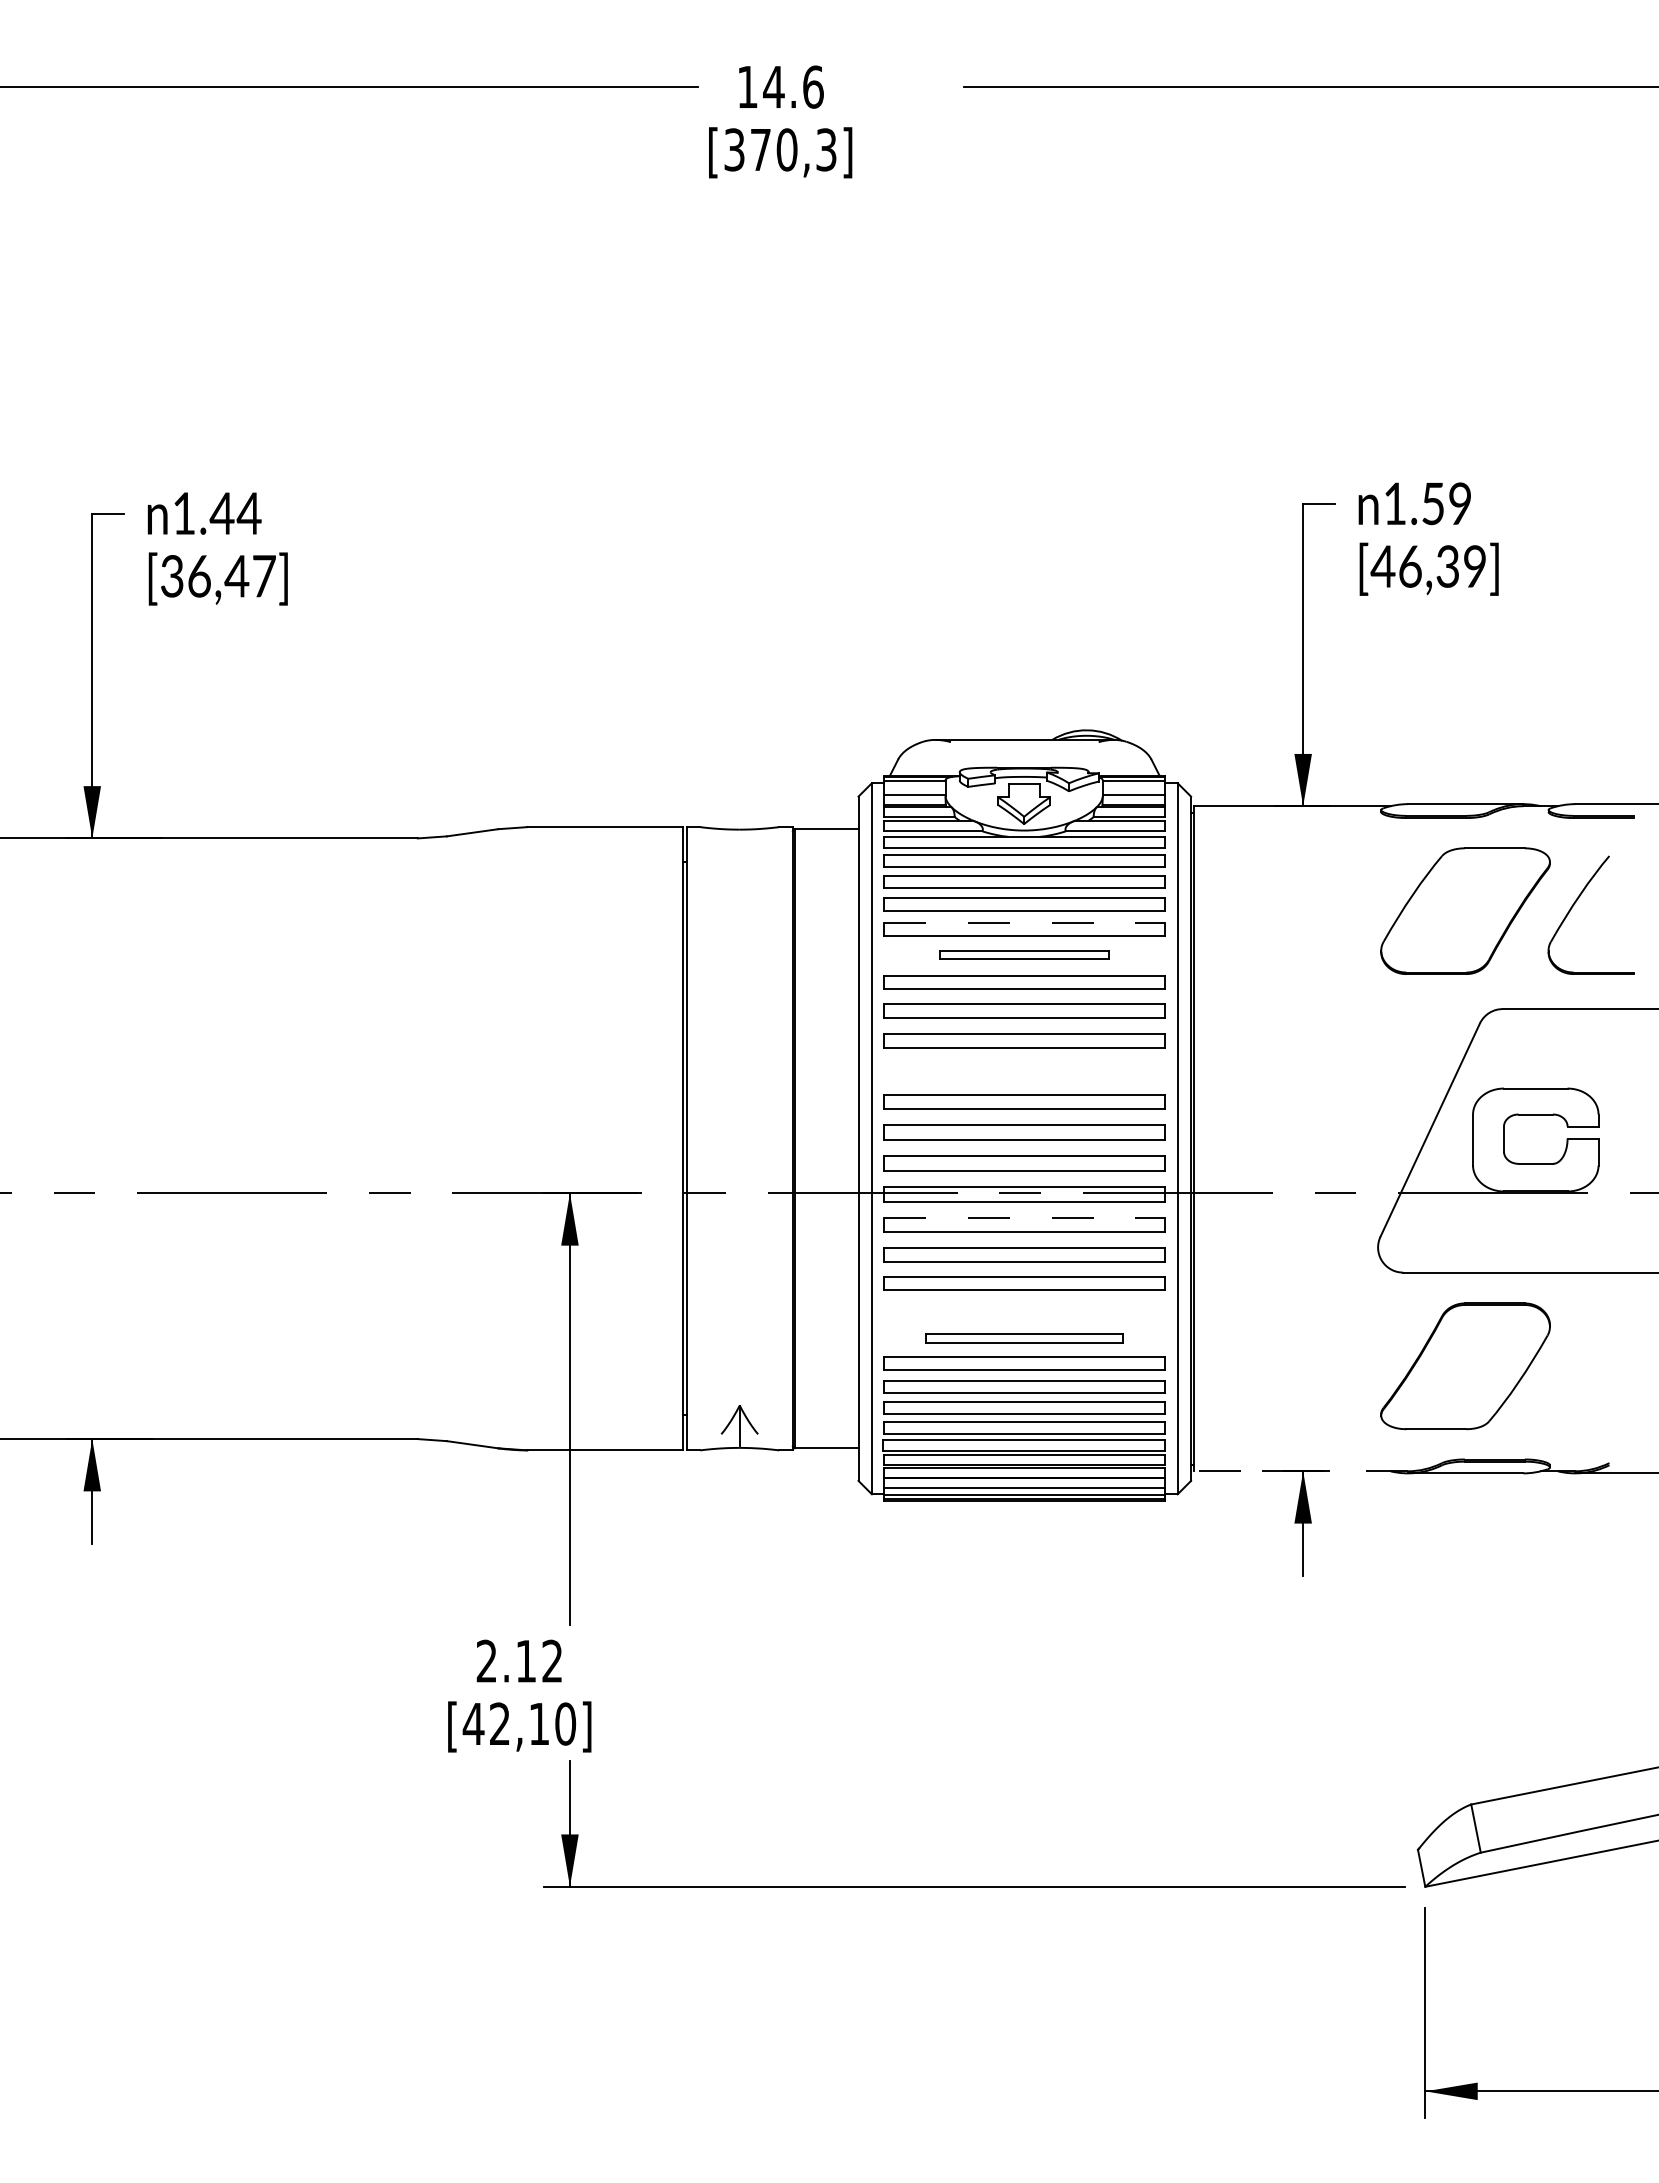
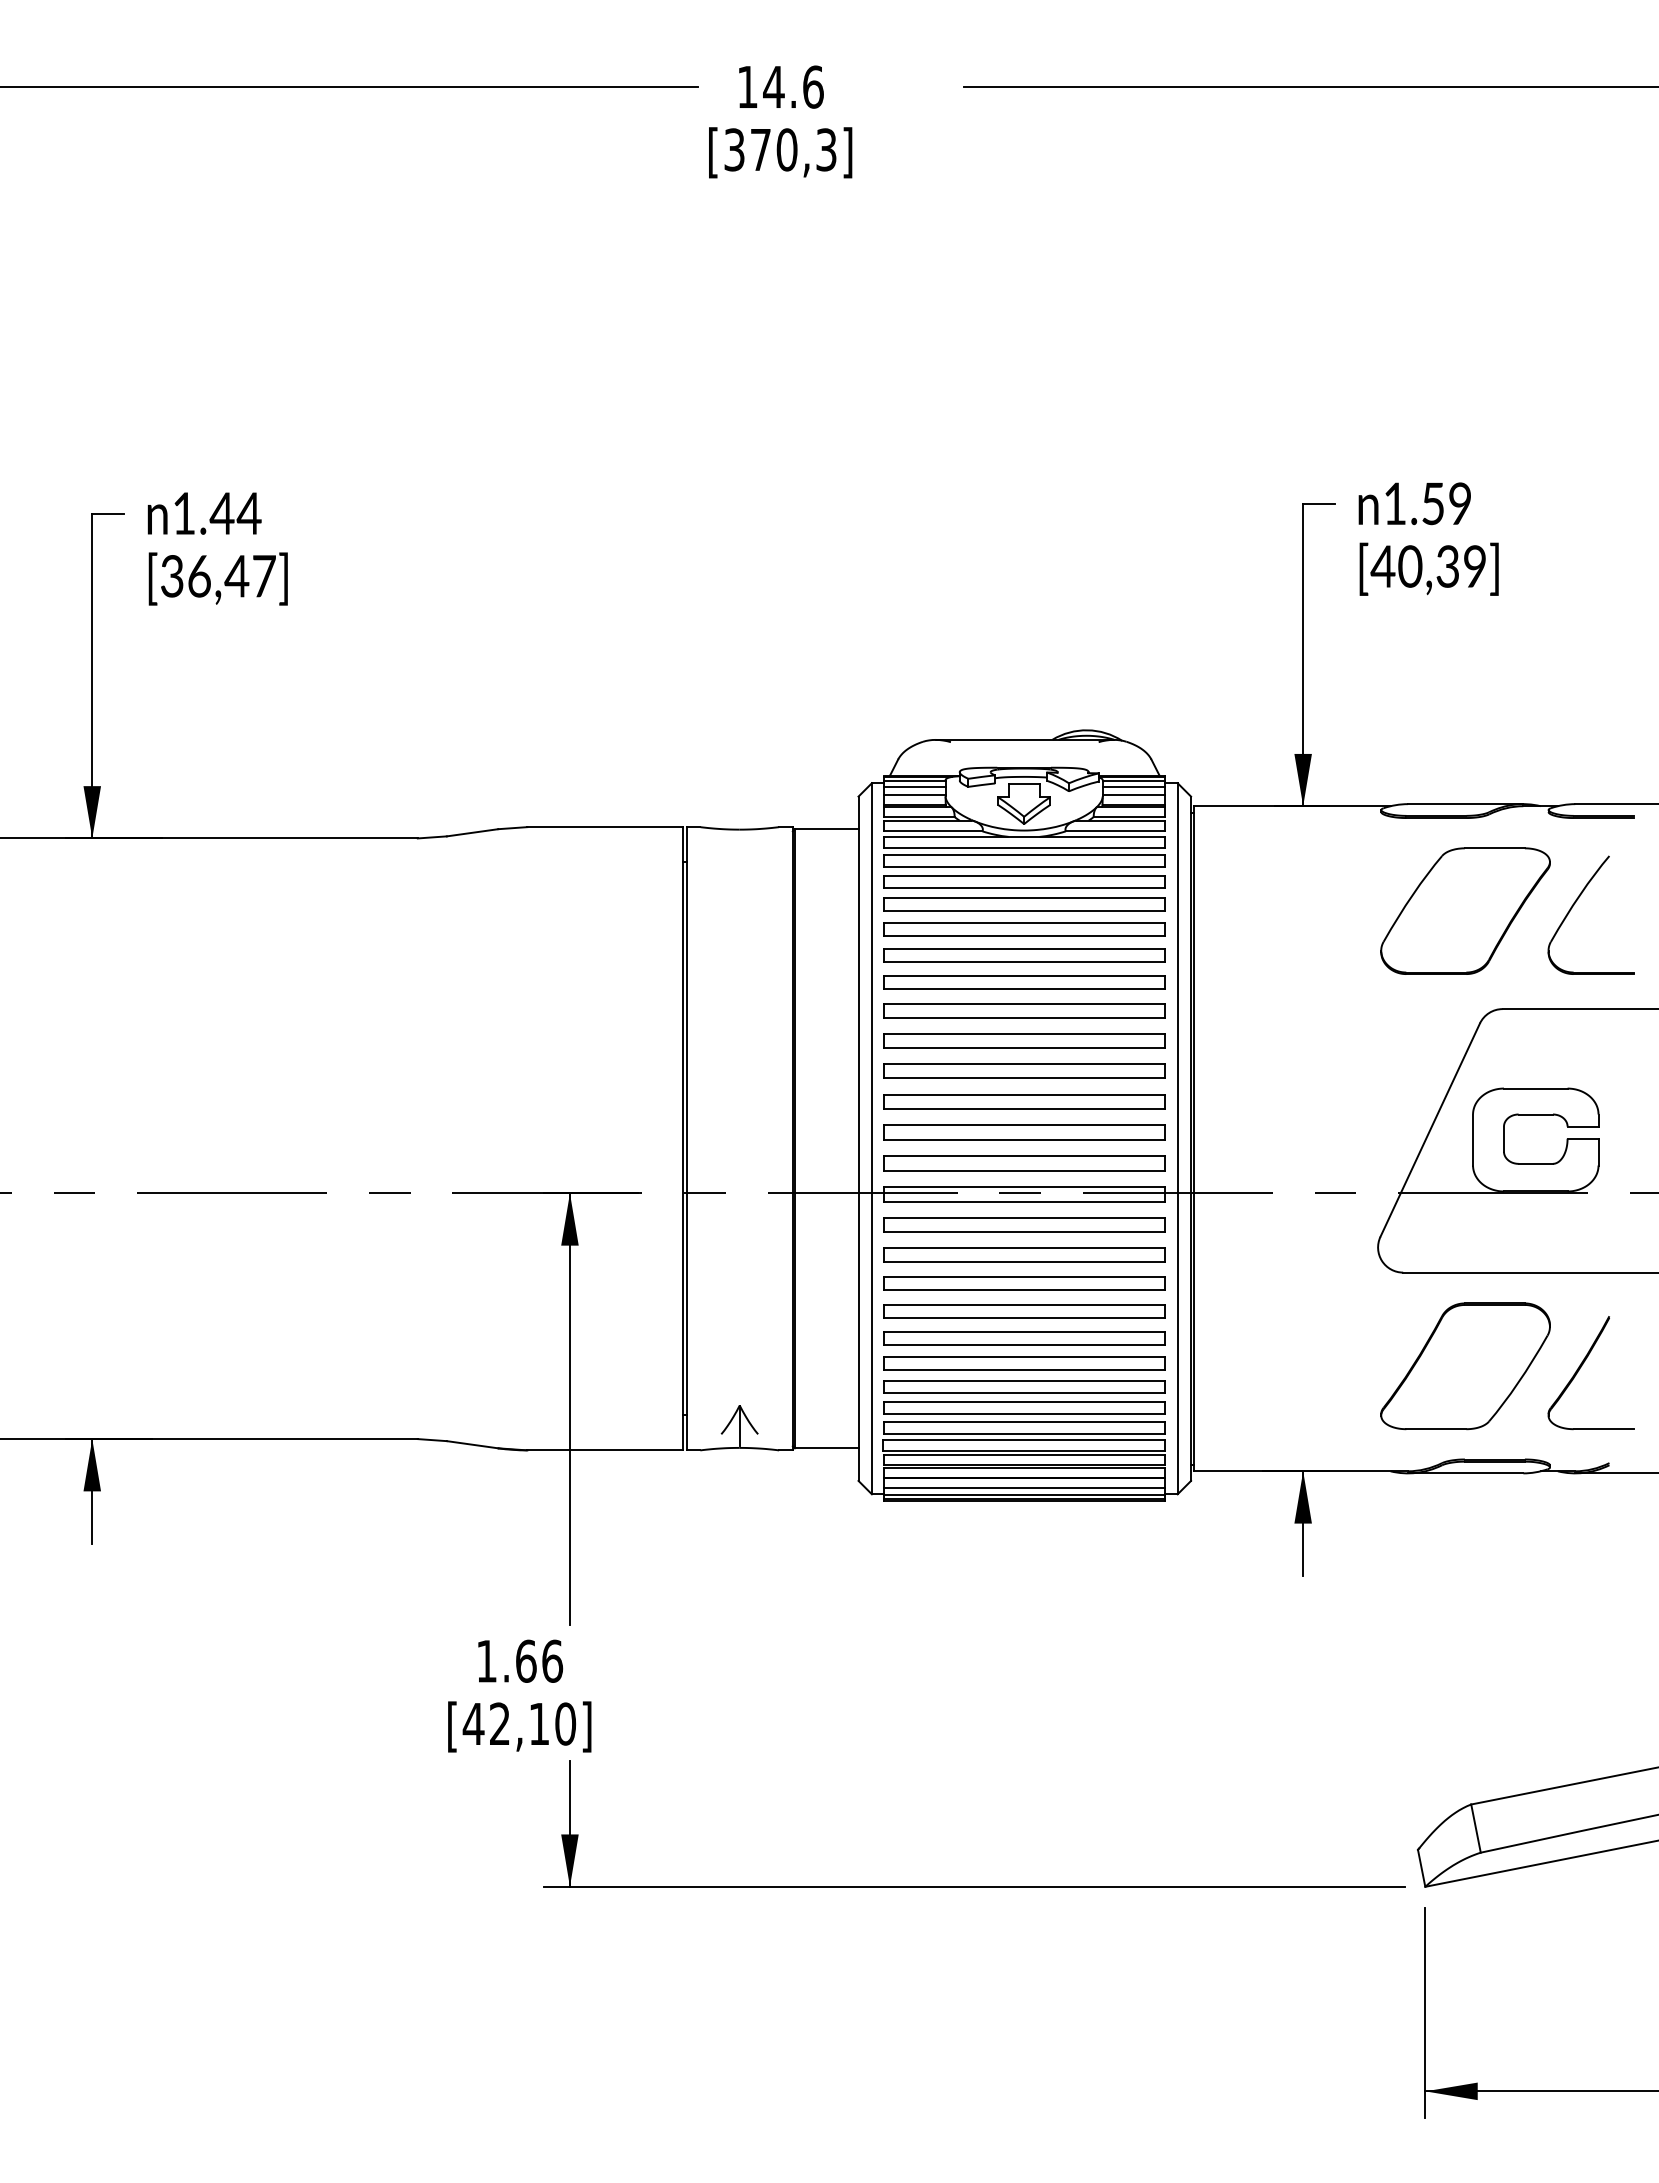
text at (1410, 566): [46,39] -> [40,39]
line at (914, 786): none -> present
line at (1133, 786): none -> present
line at (1025, 922): dashed -> solid
part at (1024, 954) size: 171x10 px -> 283x15 px
part at (1024, 1070): none -> present
line at (1025, 1217): dashed -> solid
part at (1024, 1311): none -> present
part at (1024, 1338) size: 199x11 px -> 283x15 px
part at (1580, 1369): none -> present
line at (1301, 1471): dashed -> solid
text at (519, 1660): 2.12 -> 1.66
